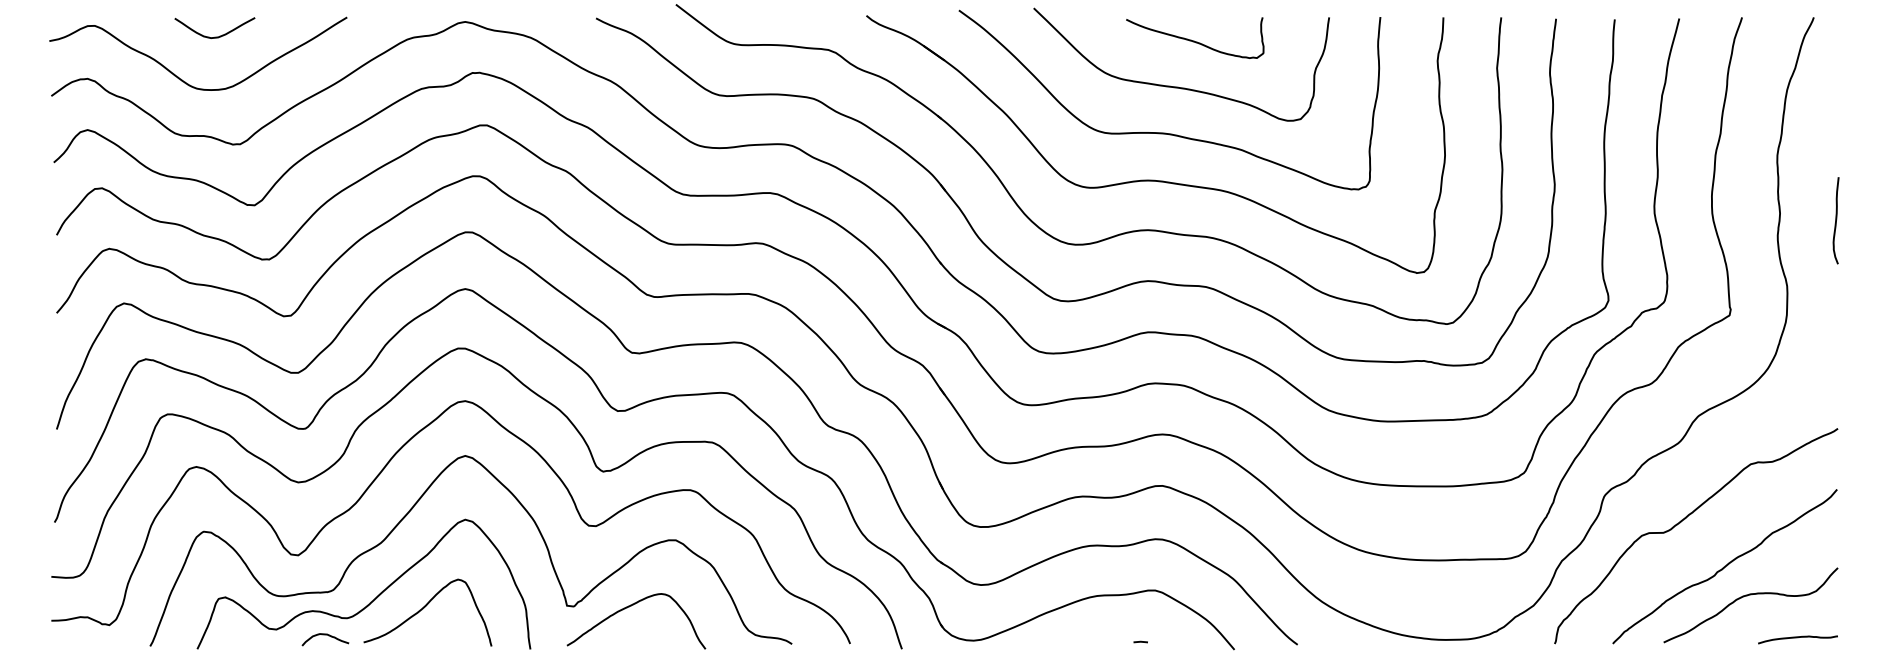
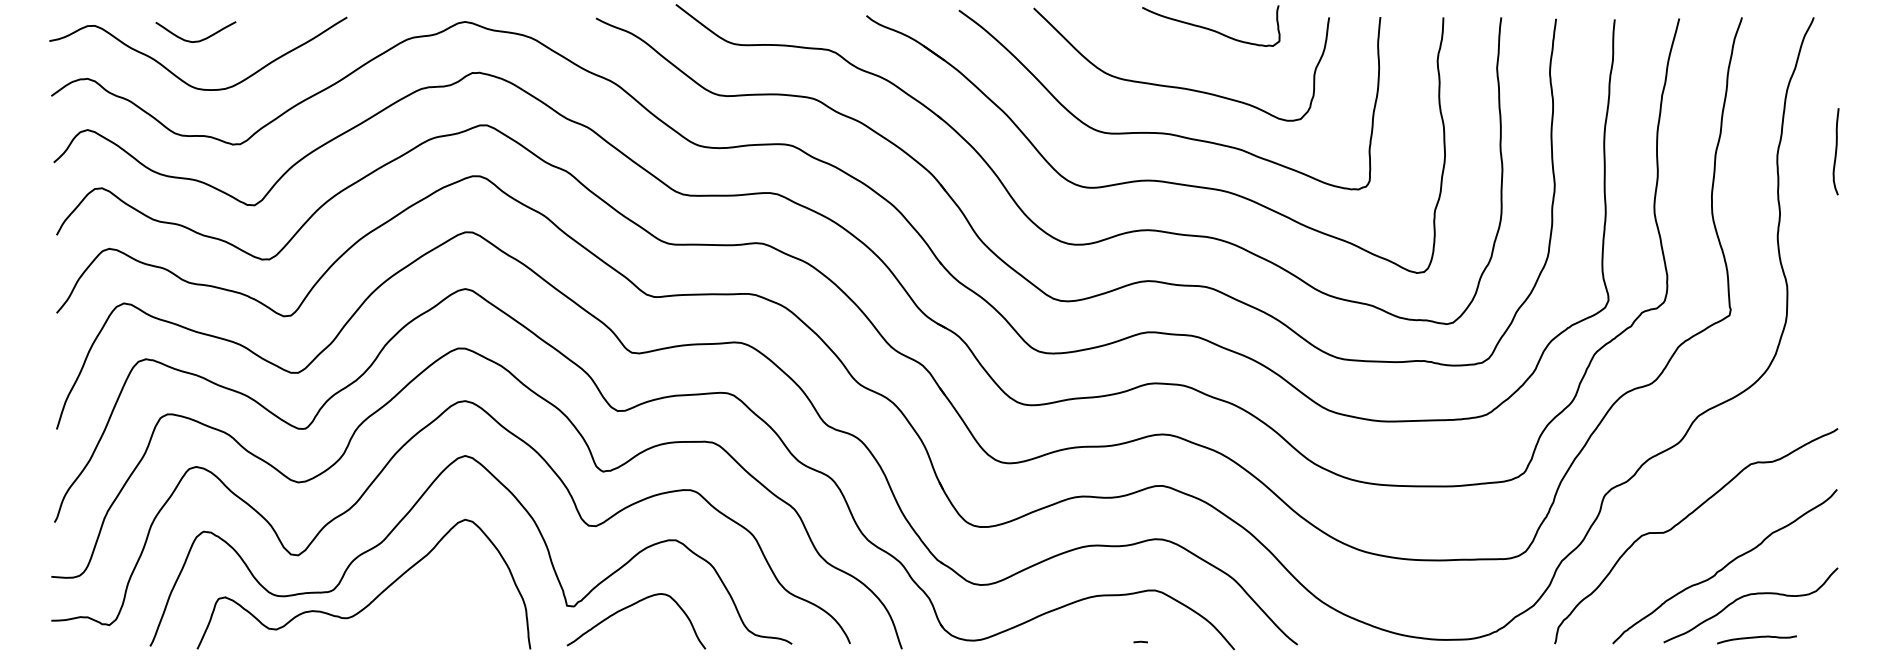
curve at (214, 36) position: (214, 36) -> (195, 40)
curve at (1194, 40) position: (1194, 40) -> (1210, 28)
curve at (1835, 220) position: (1835, 220) -> (1835, 151)
curve at (424, 608): present -> none
curve at (325, 635): present -> none
curve at (1797, 638) position: (1797, 638) -> (1756, 638)
